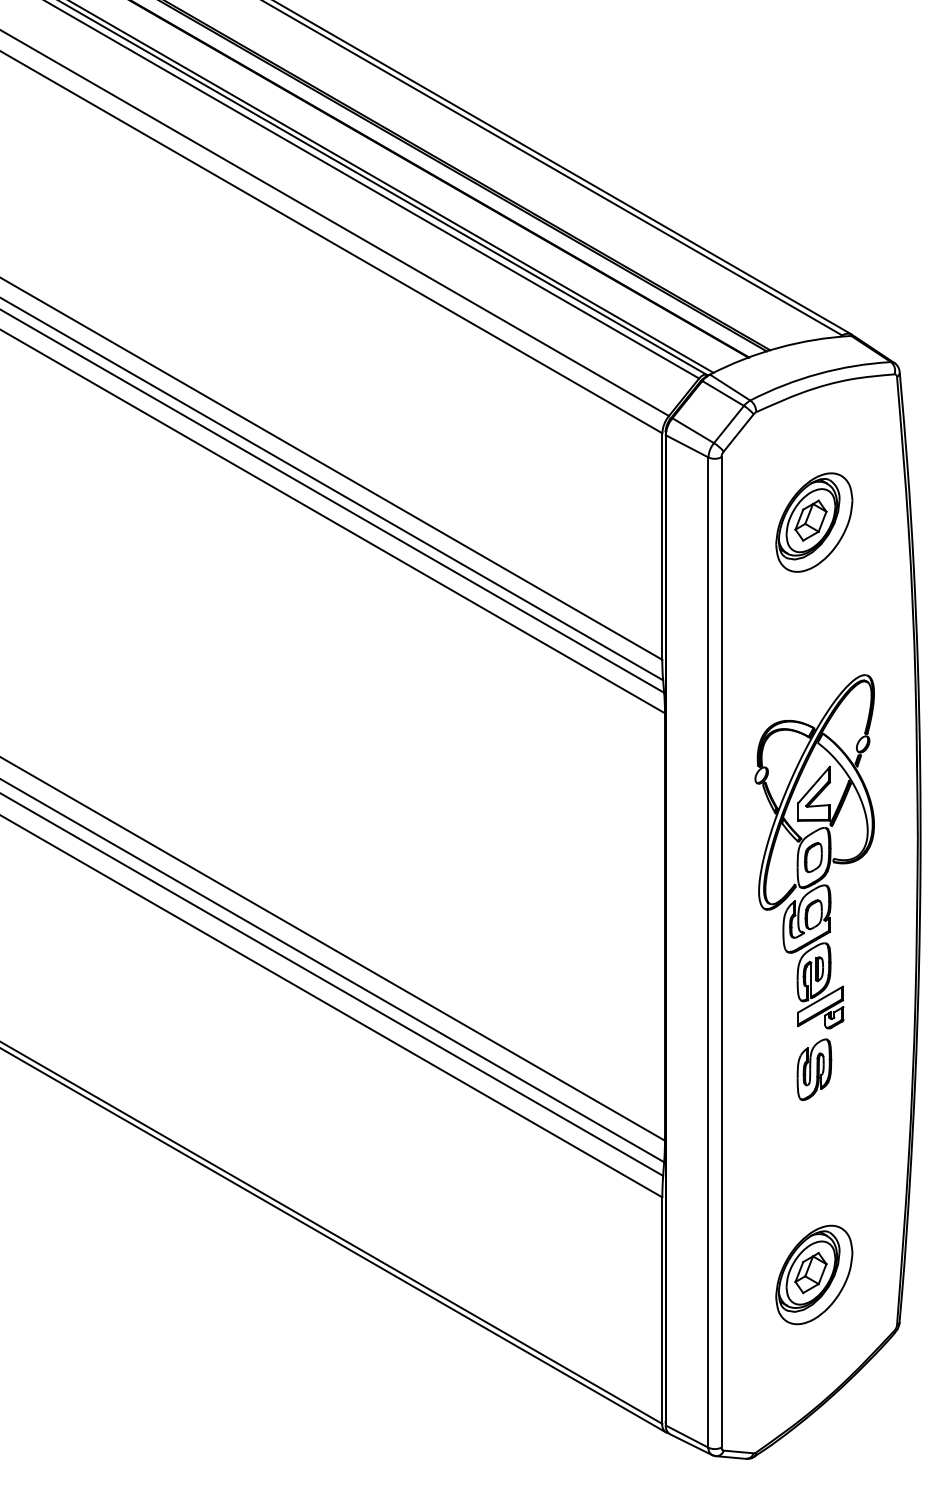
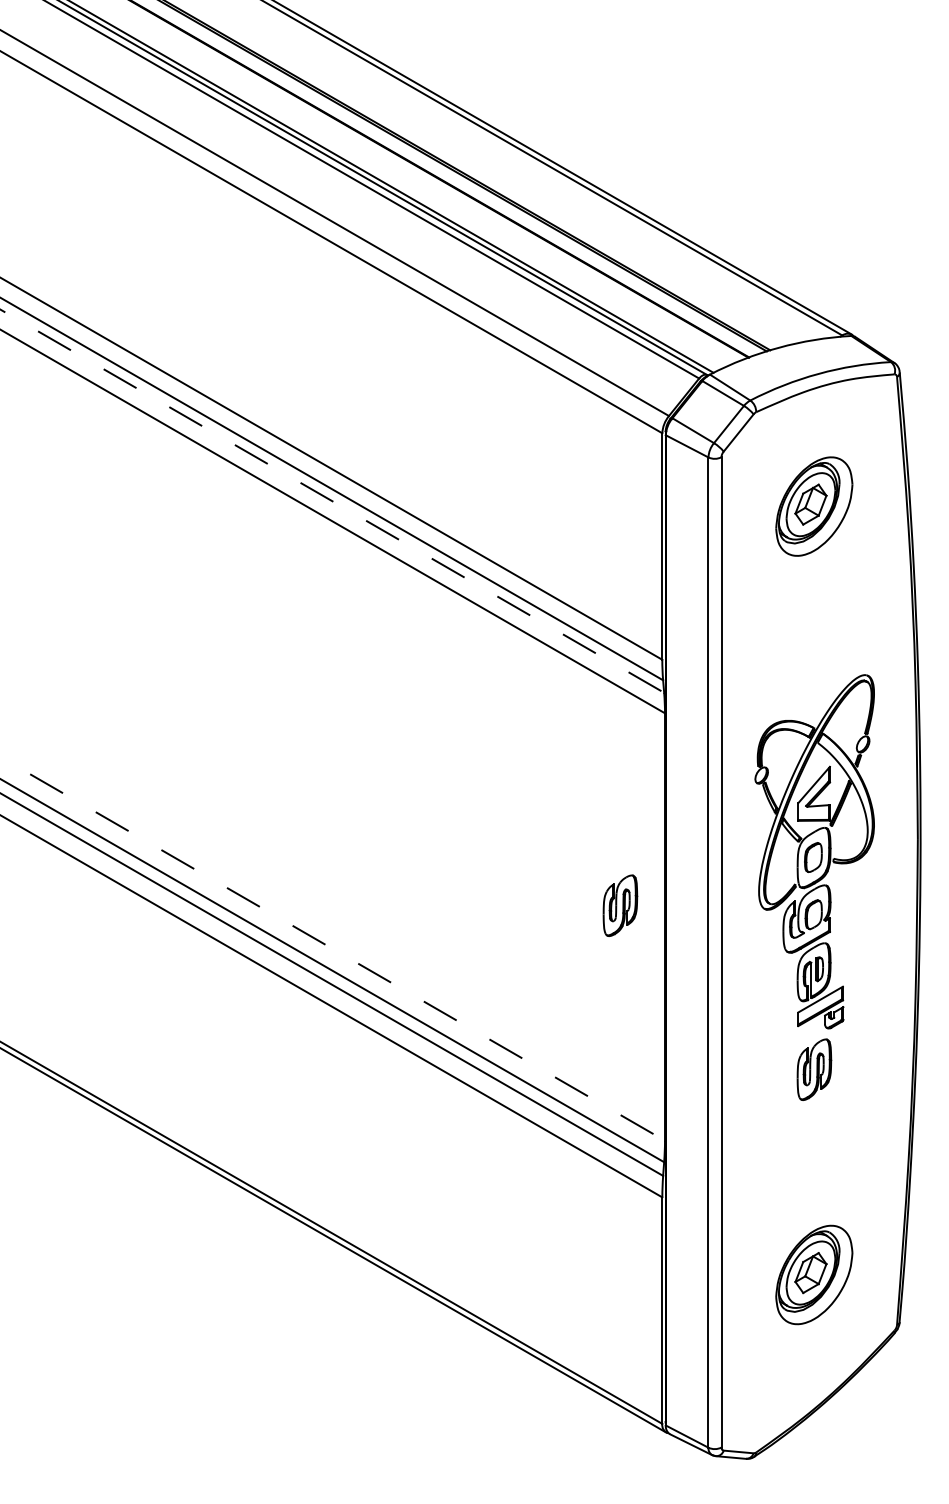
line at (332, 501): solid -> dashed
part at (814, 522) position: (814, 522) -> (814, 506)
part at (620, 905): none -> present
line at (332, 948): solid -> dashed
